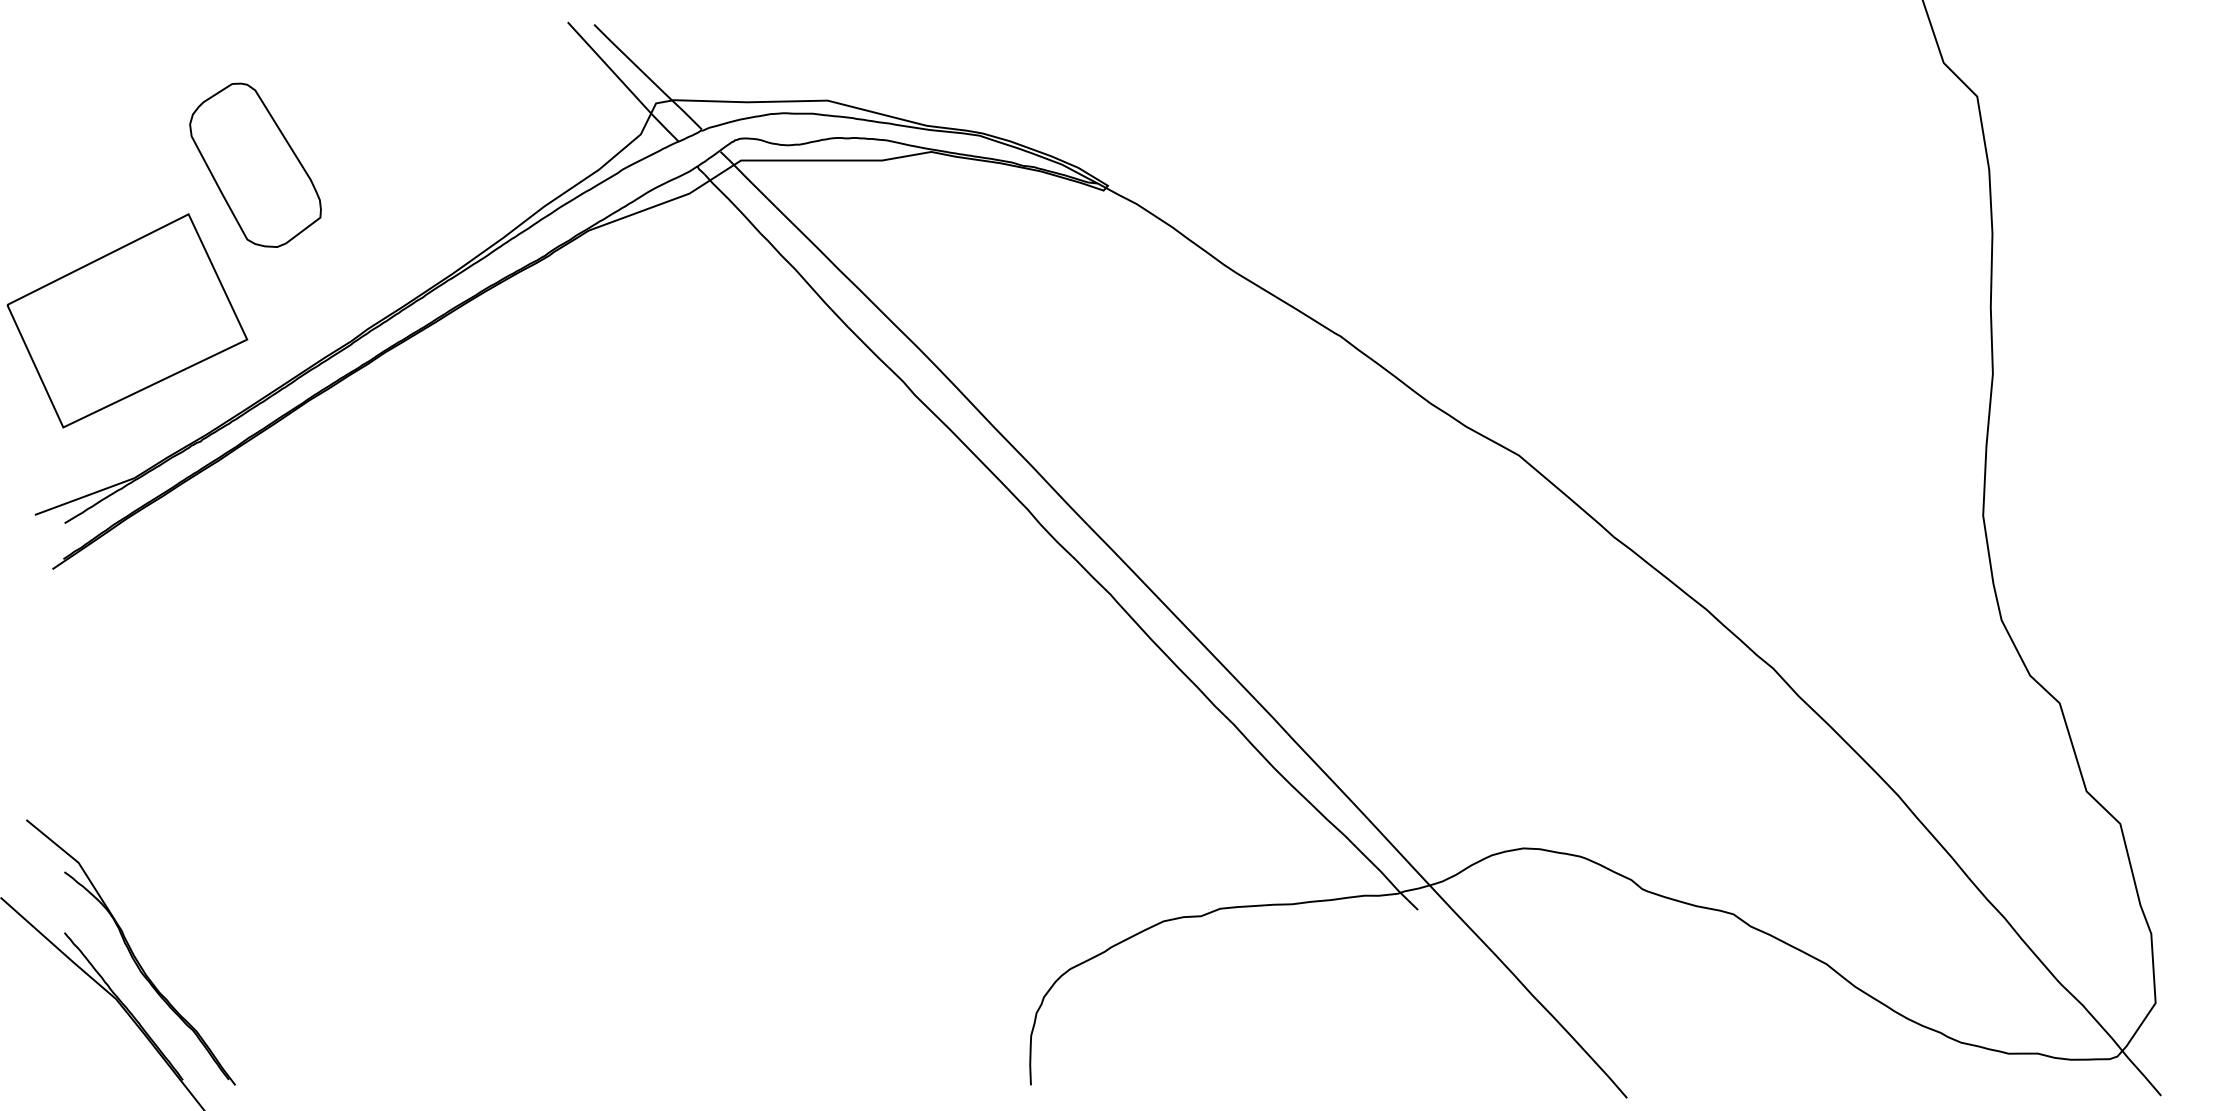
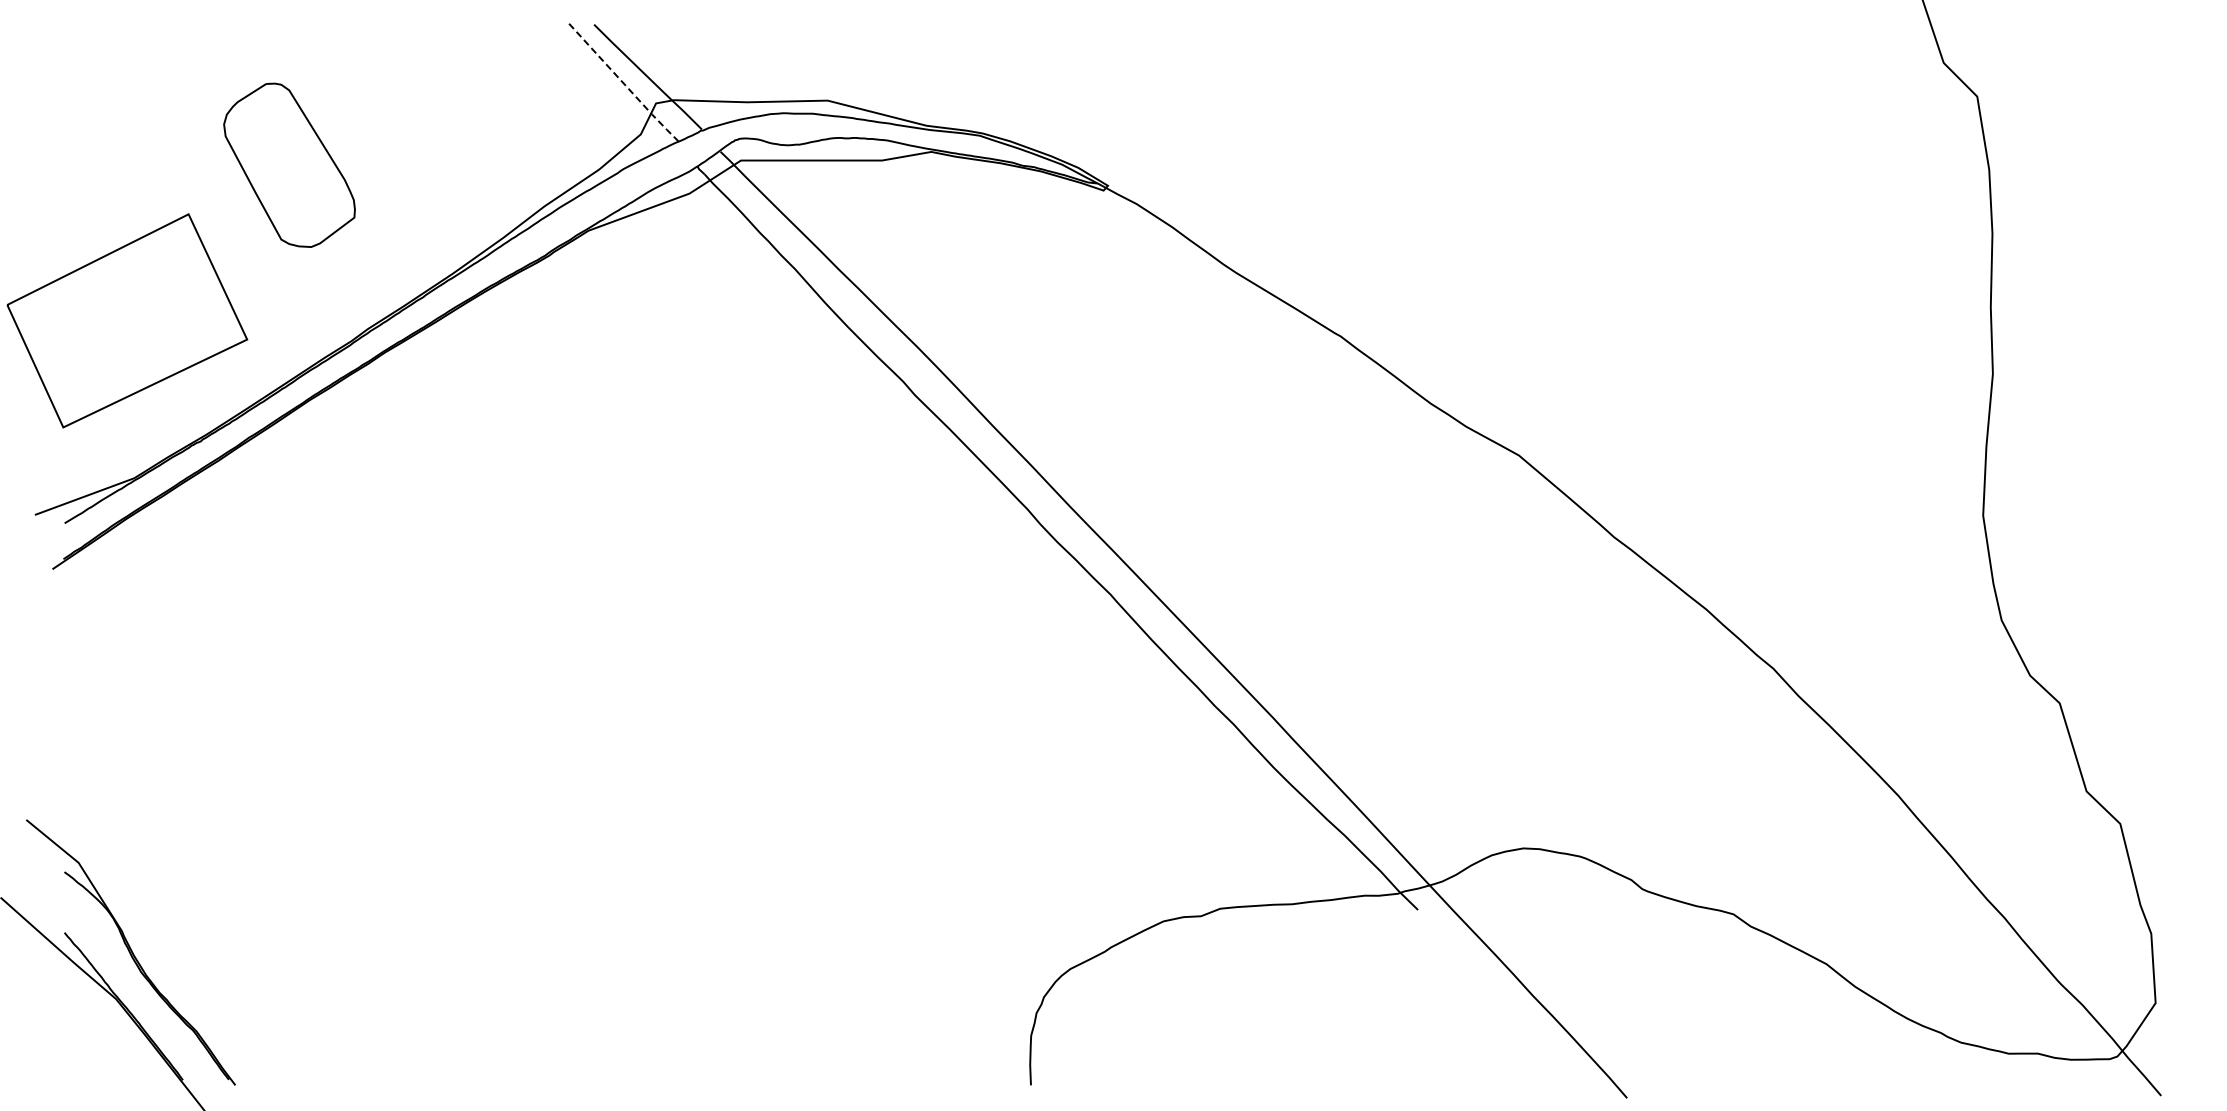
line at (623, 83): solid -> dashed
part at (255, 164) position: (255, 164) -> (289, 164)
